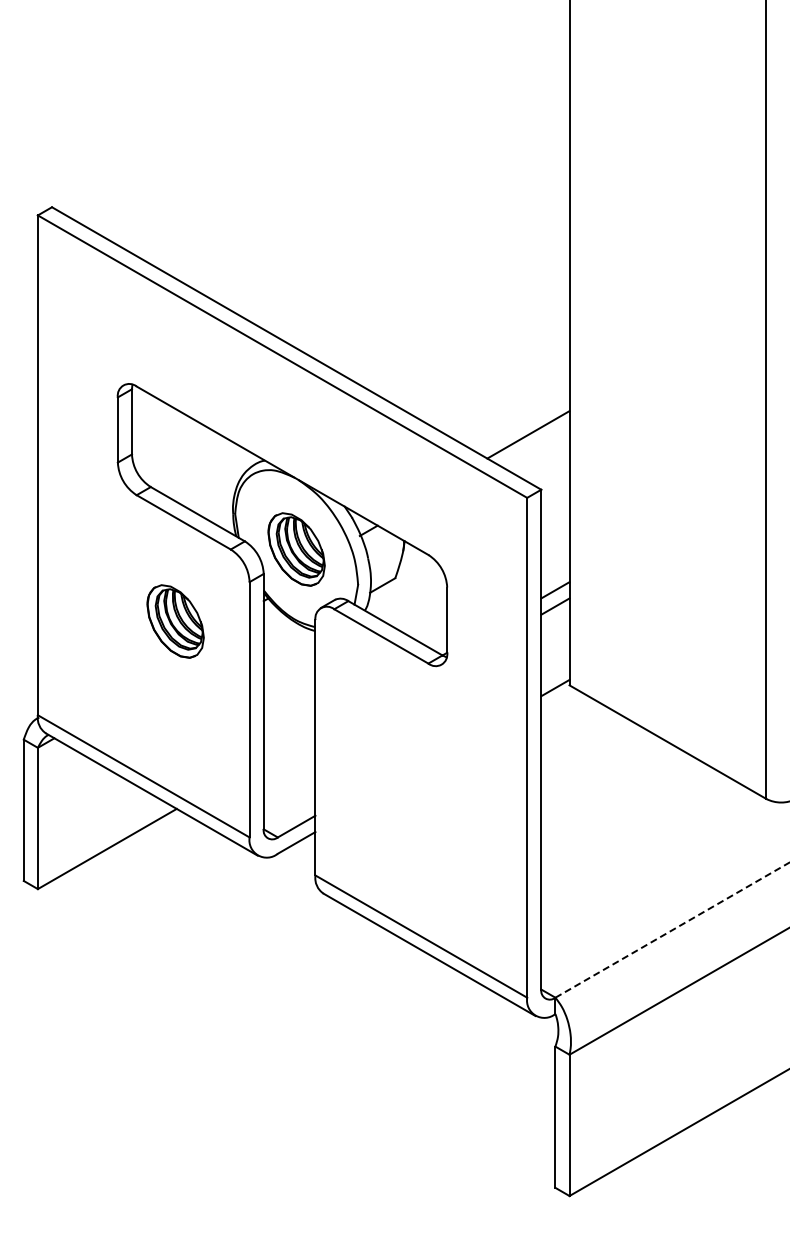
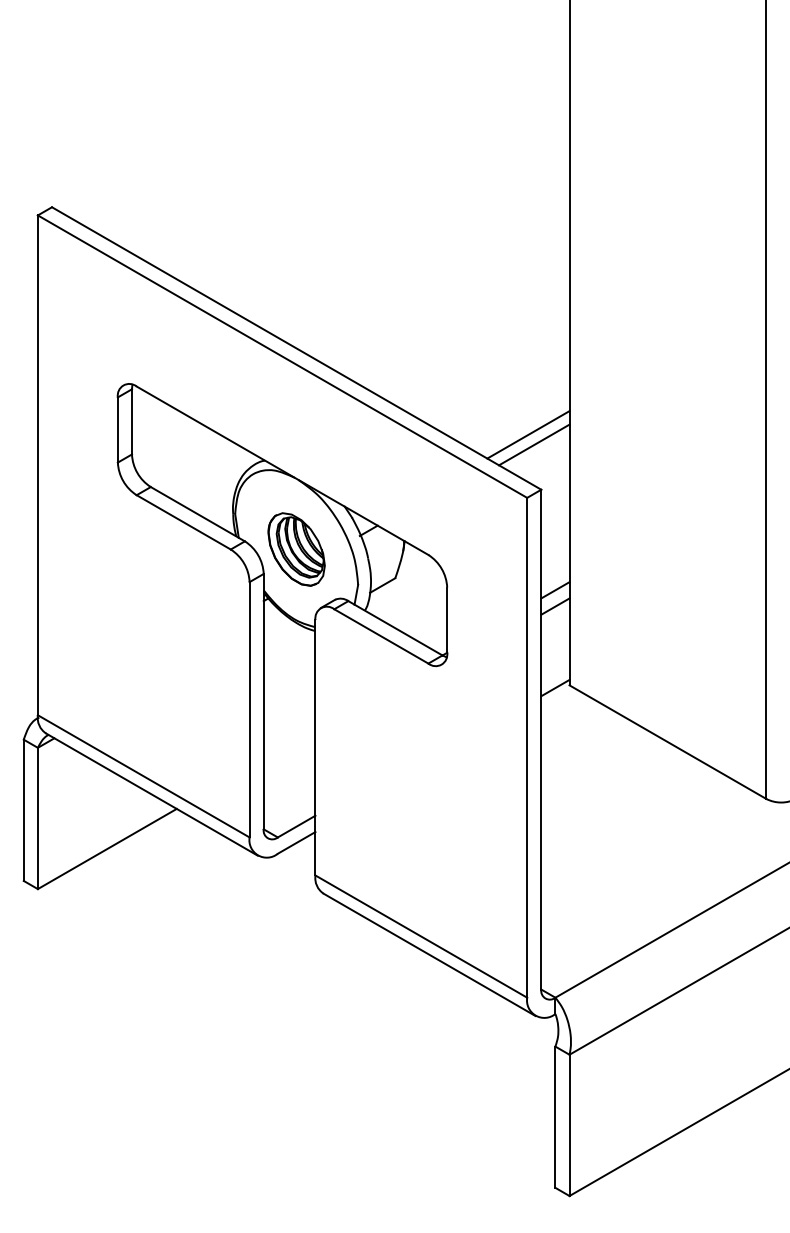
line at (534, 444): none -> present
part at (175, 621): present -> none
line at (672, 929): dashed -> solid
